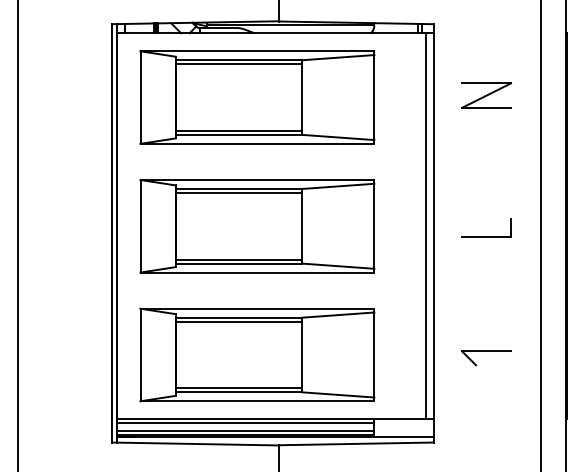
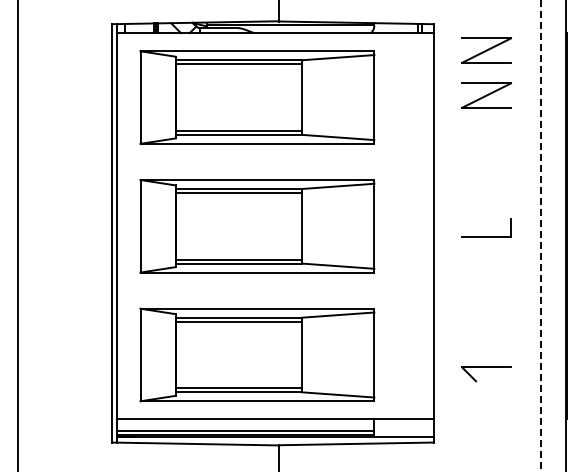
part at (486, 50): none -> present
line at (425, 226): present -> none
line at (541, 235): solid -> dashed
part at (486, 351) position: (486, 351) -> (486, 367)
line at (245, 423): present -> none
